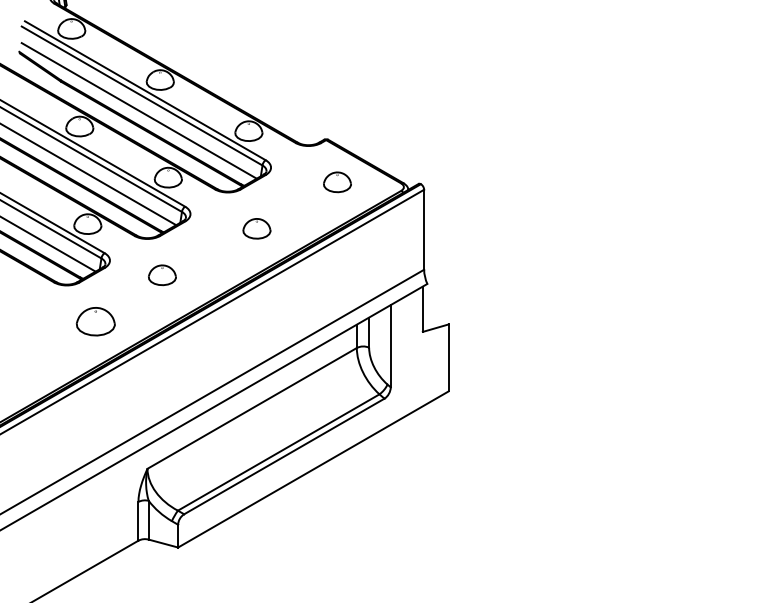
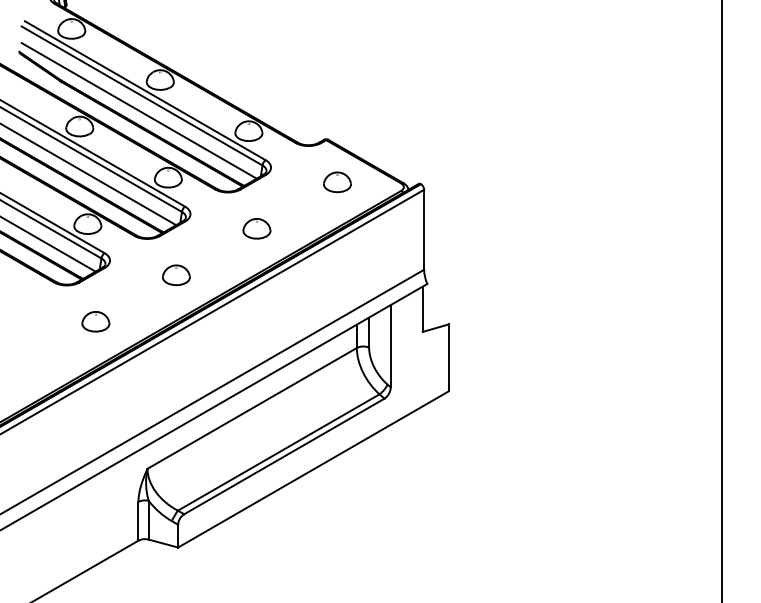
part at (162, 275) position: (162, 275) -> (176, 275)
line at (721, 300): none -> present
part at (95, 321) size: 41x30 px -> 30x22 px
